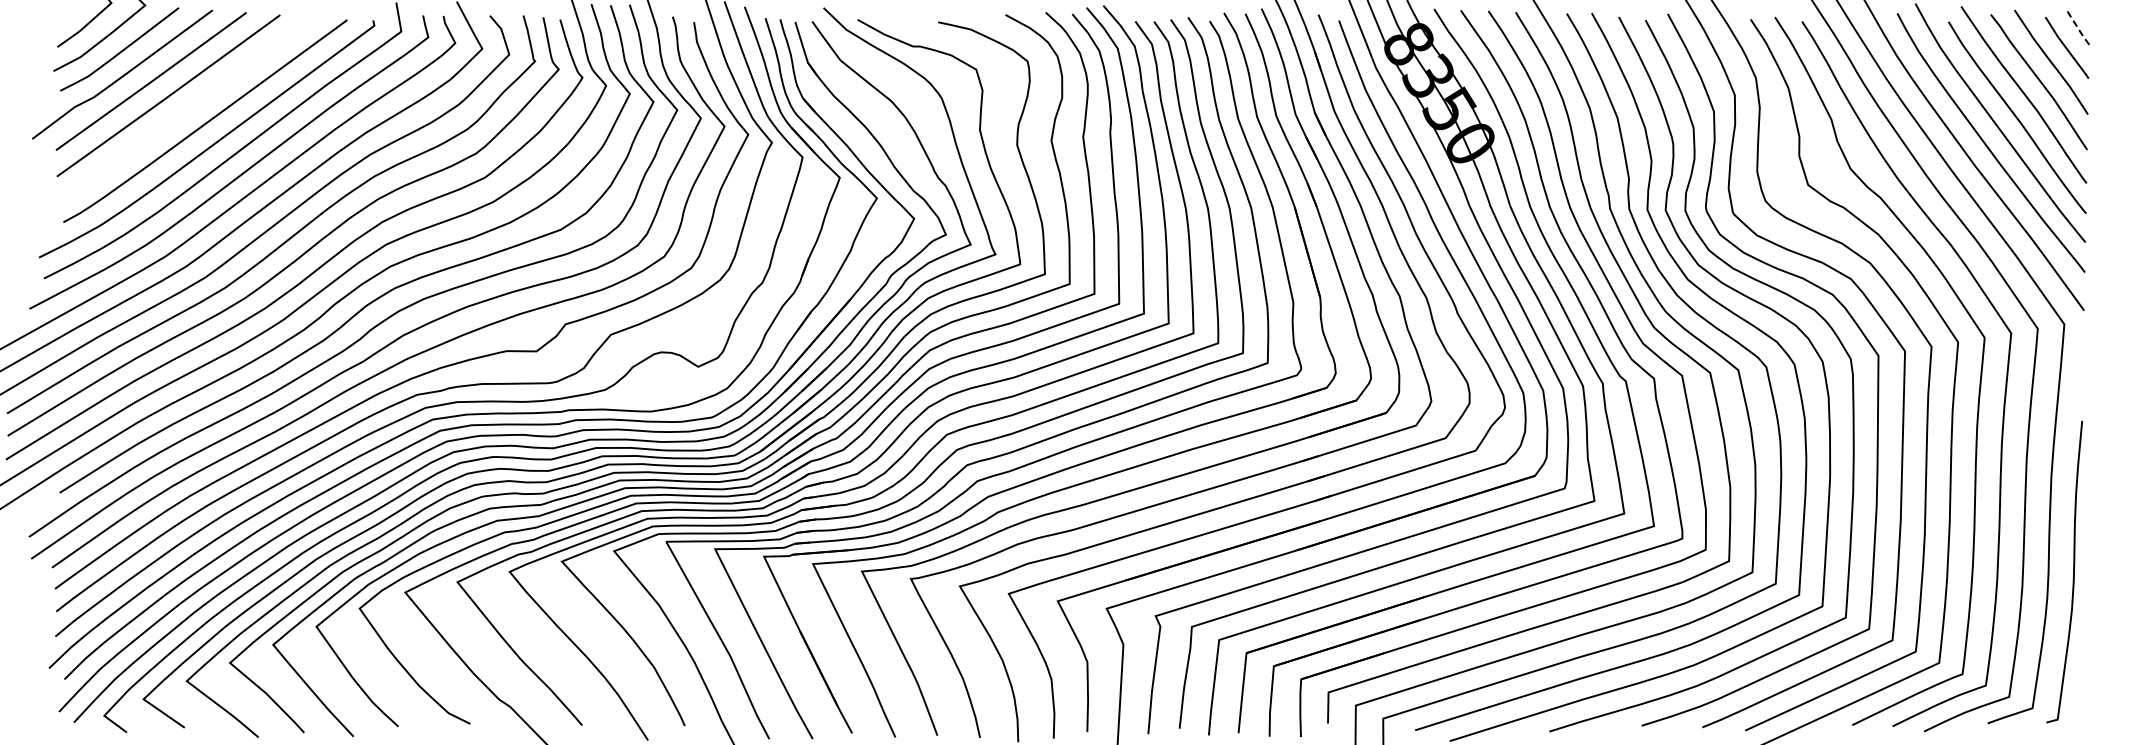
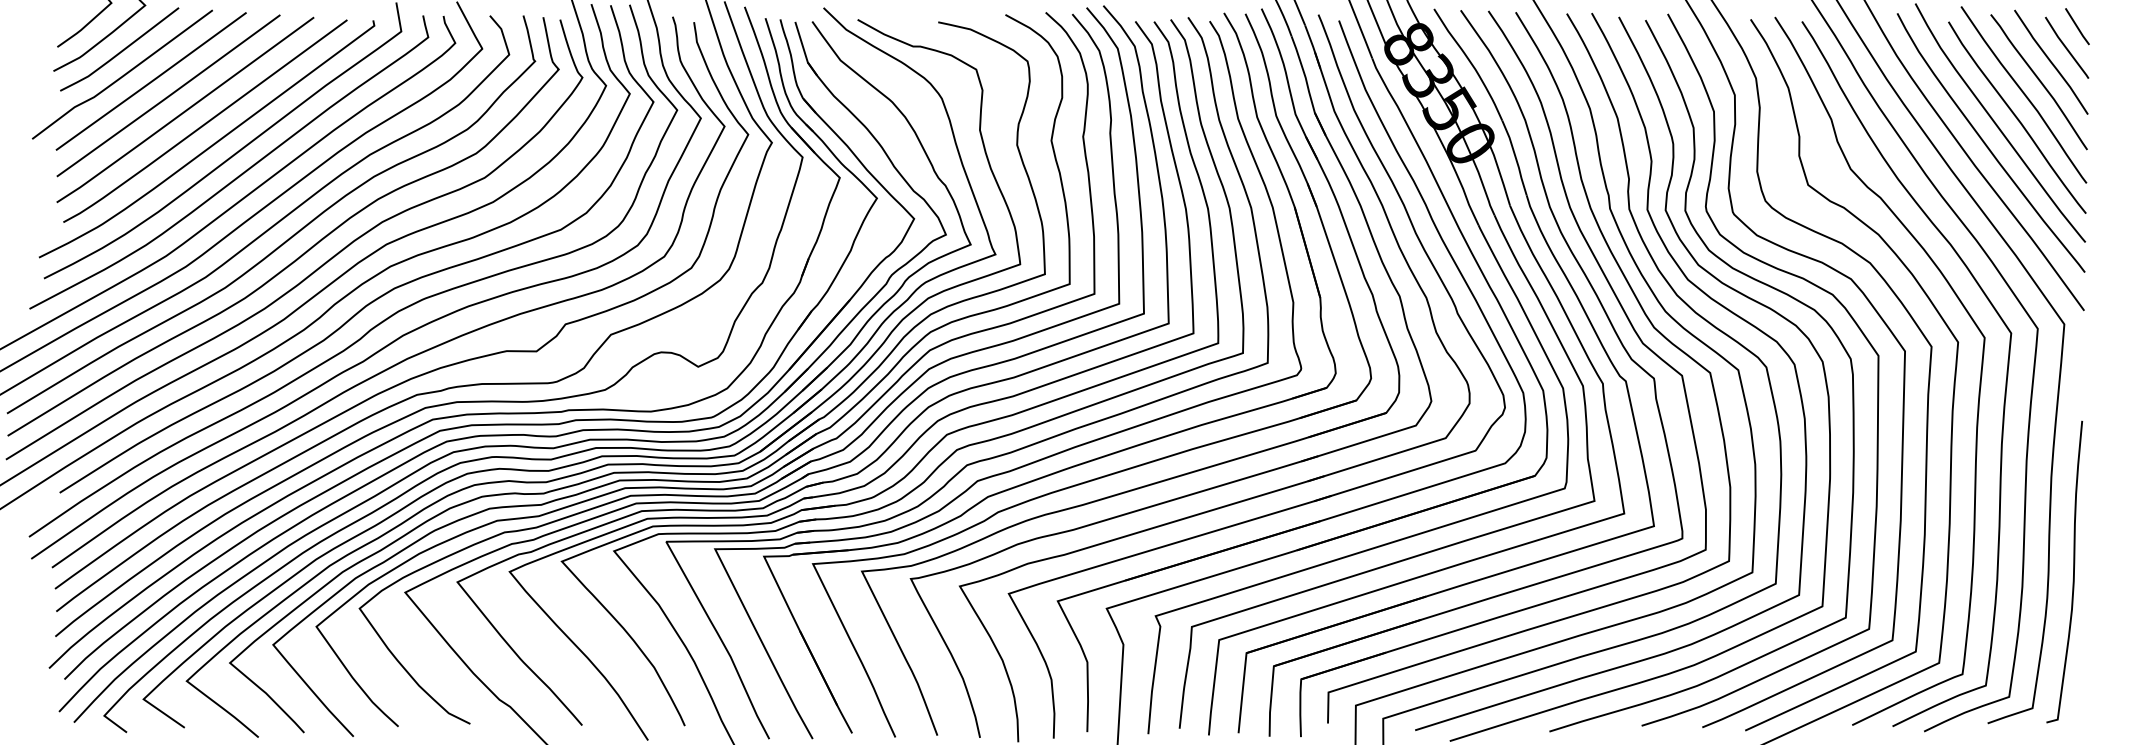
line at (2077, 26): dashed -> solid
curve at (186, 109): none -> present
